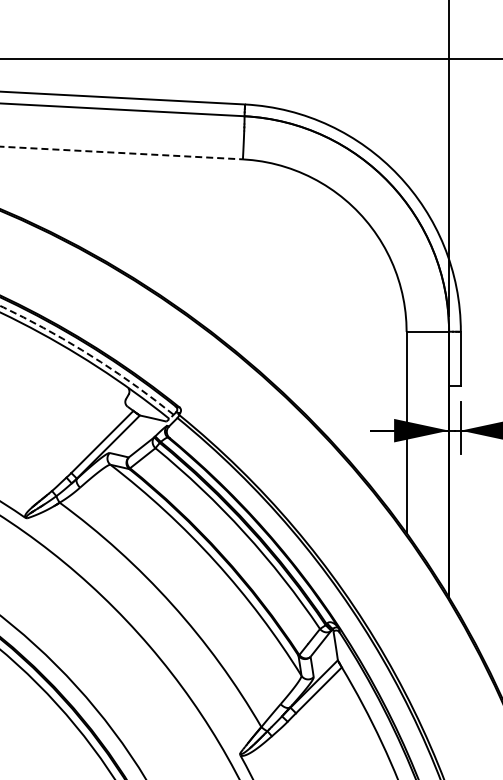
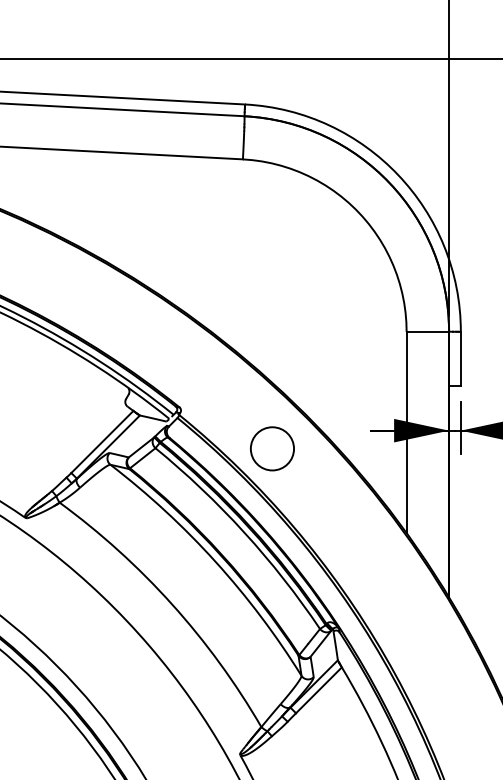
line at (122, 153): dashed -> solid
arc at (89, 354): dashed -> solid
circle at (272, 448): none -> present
